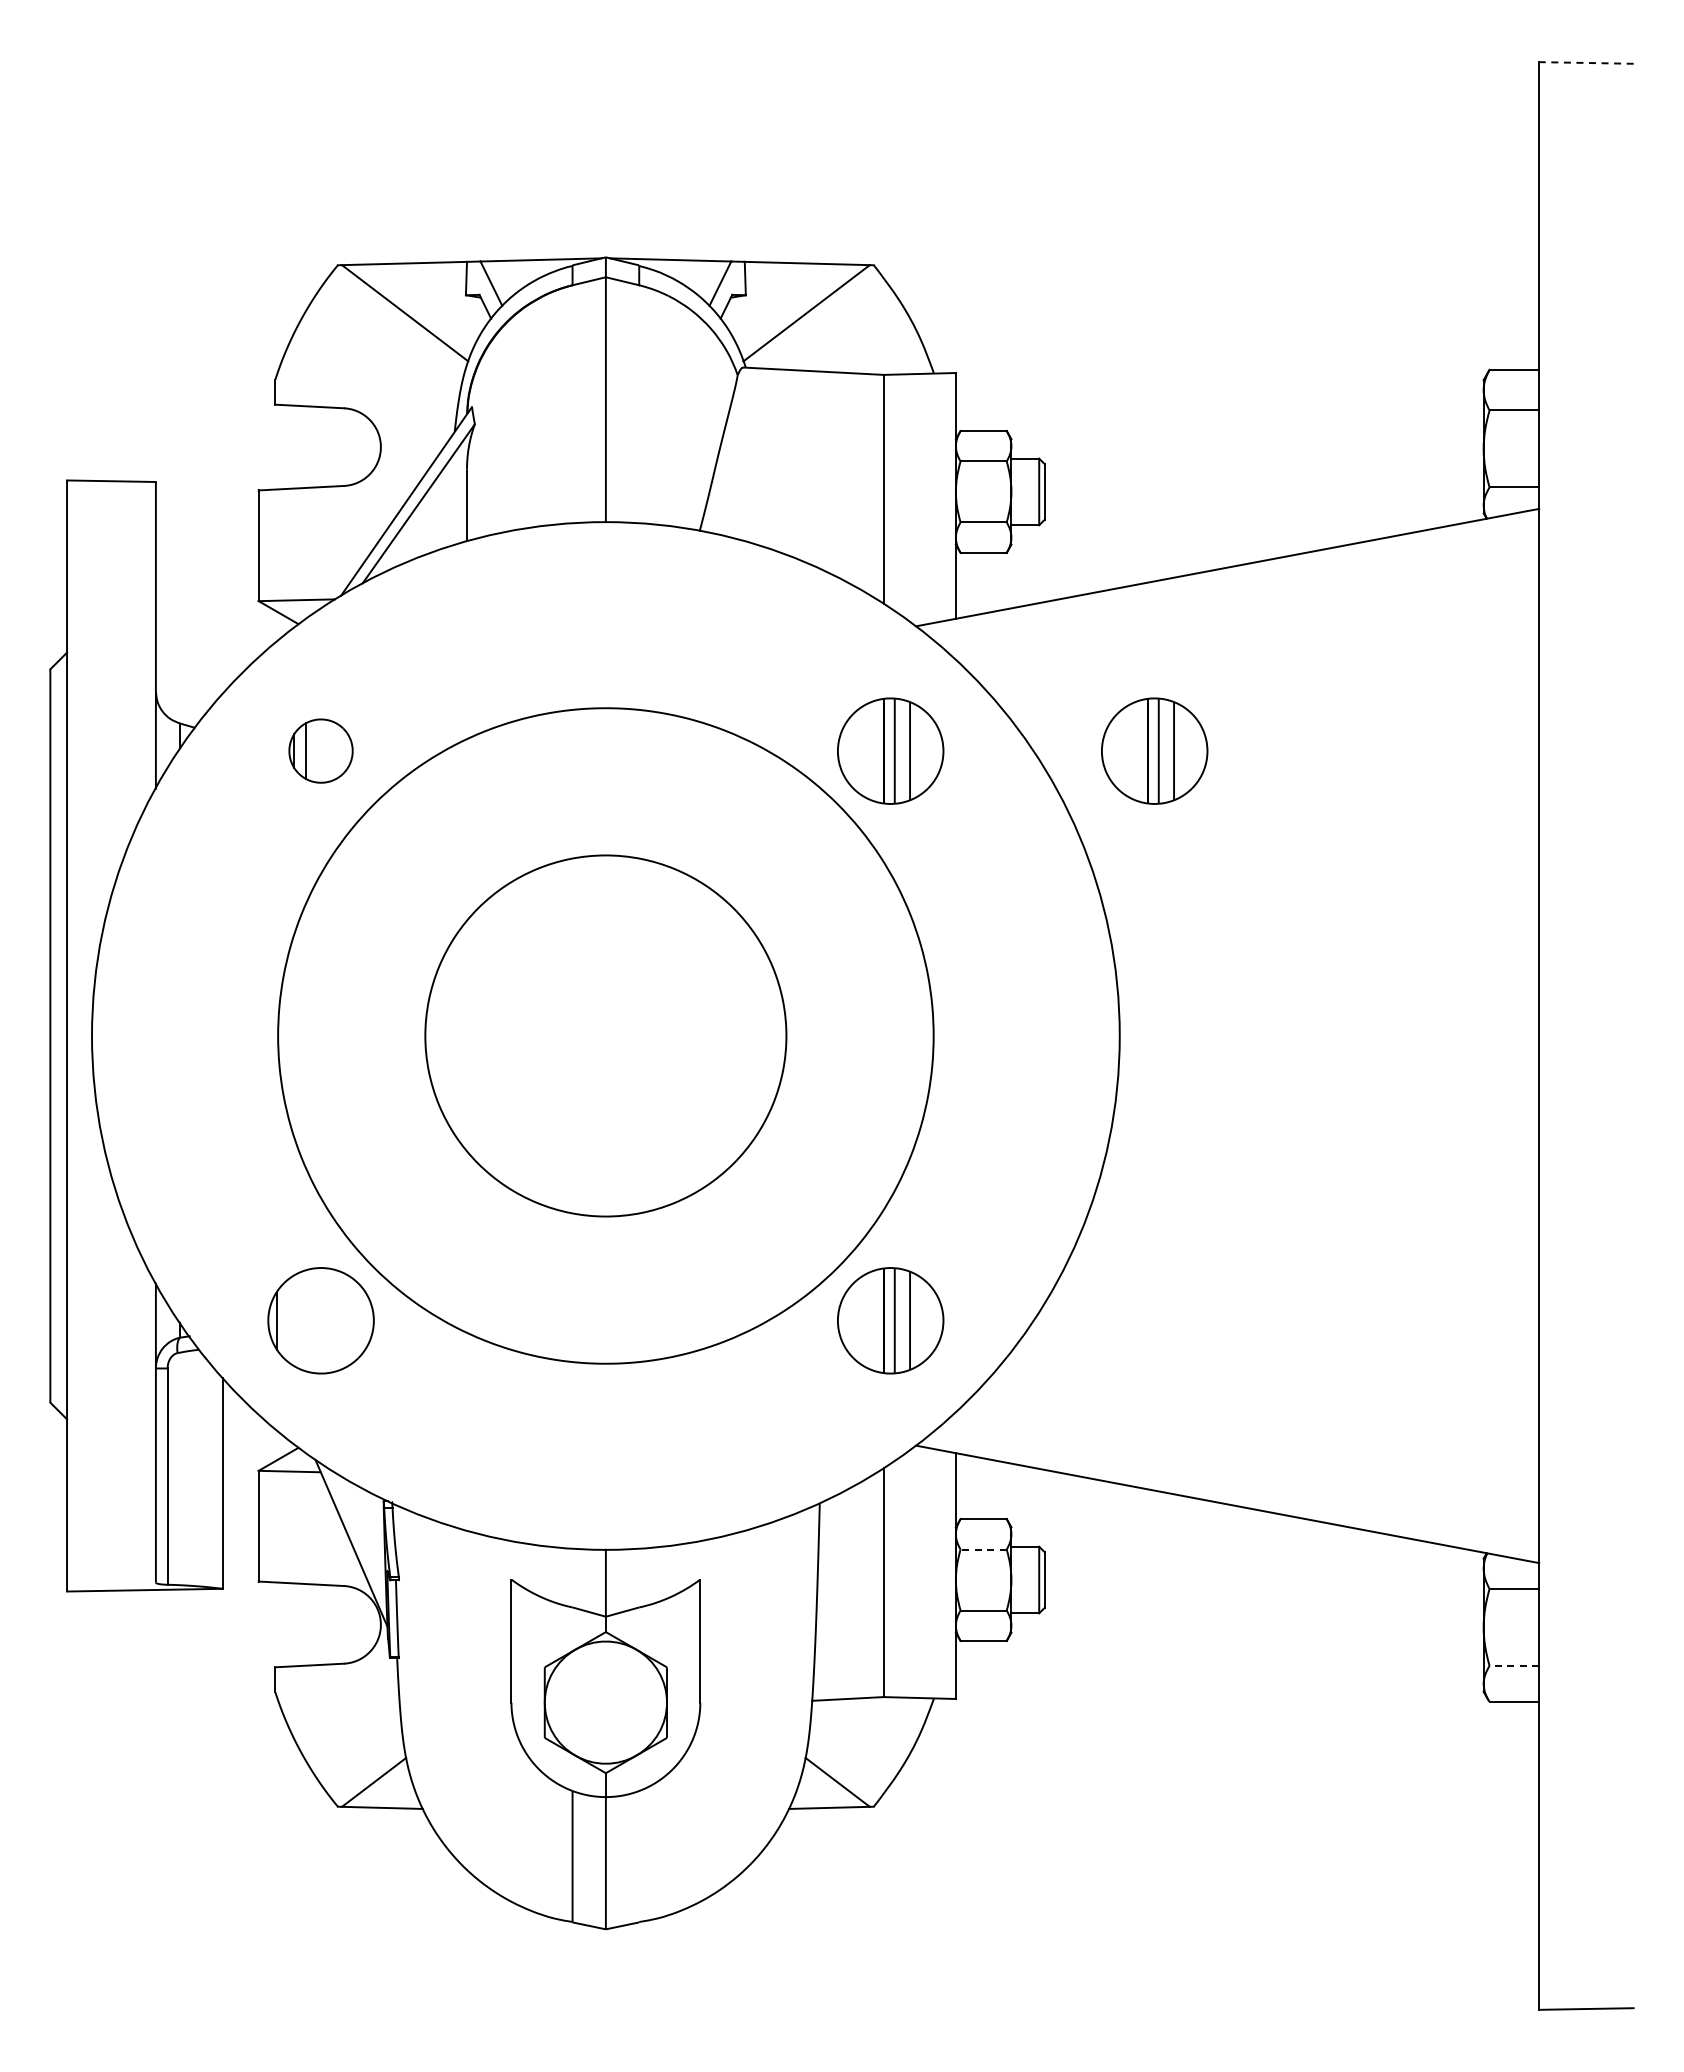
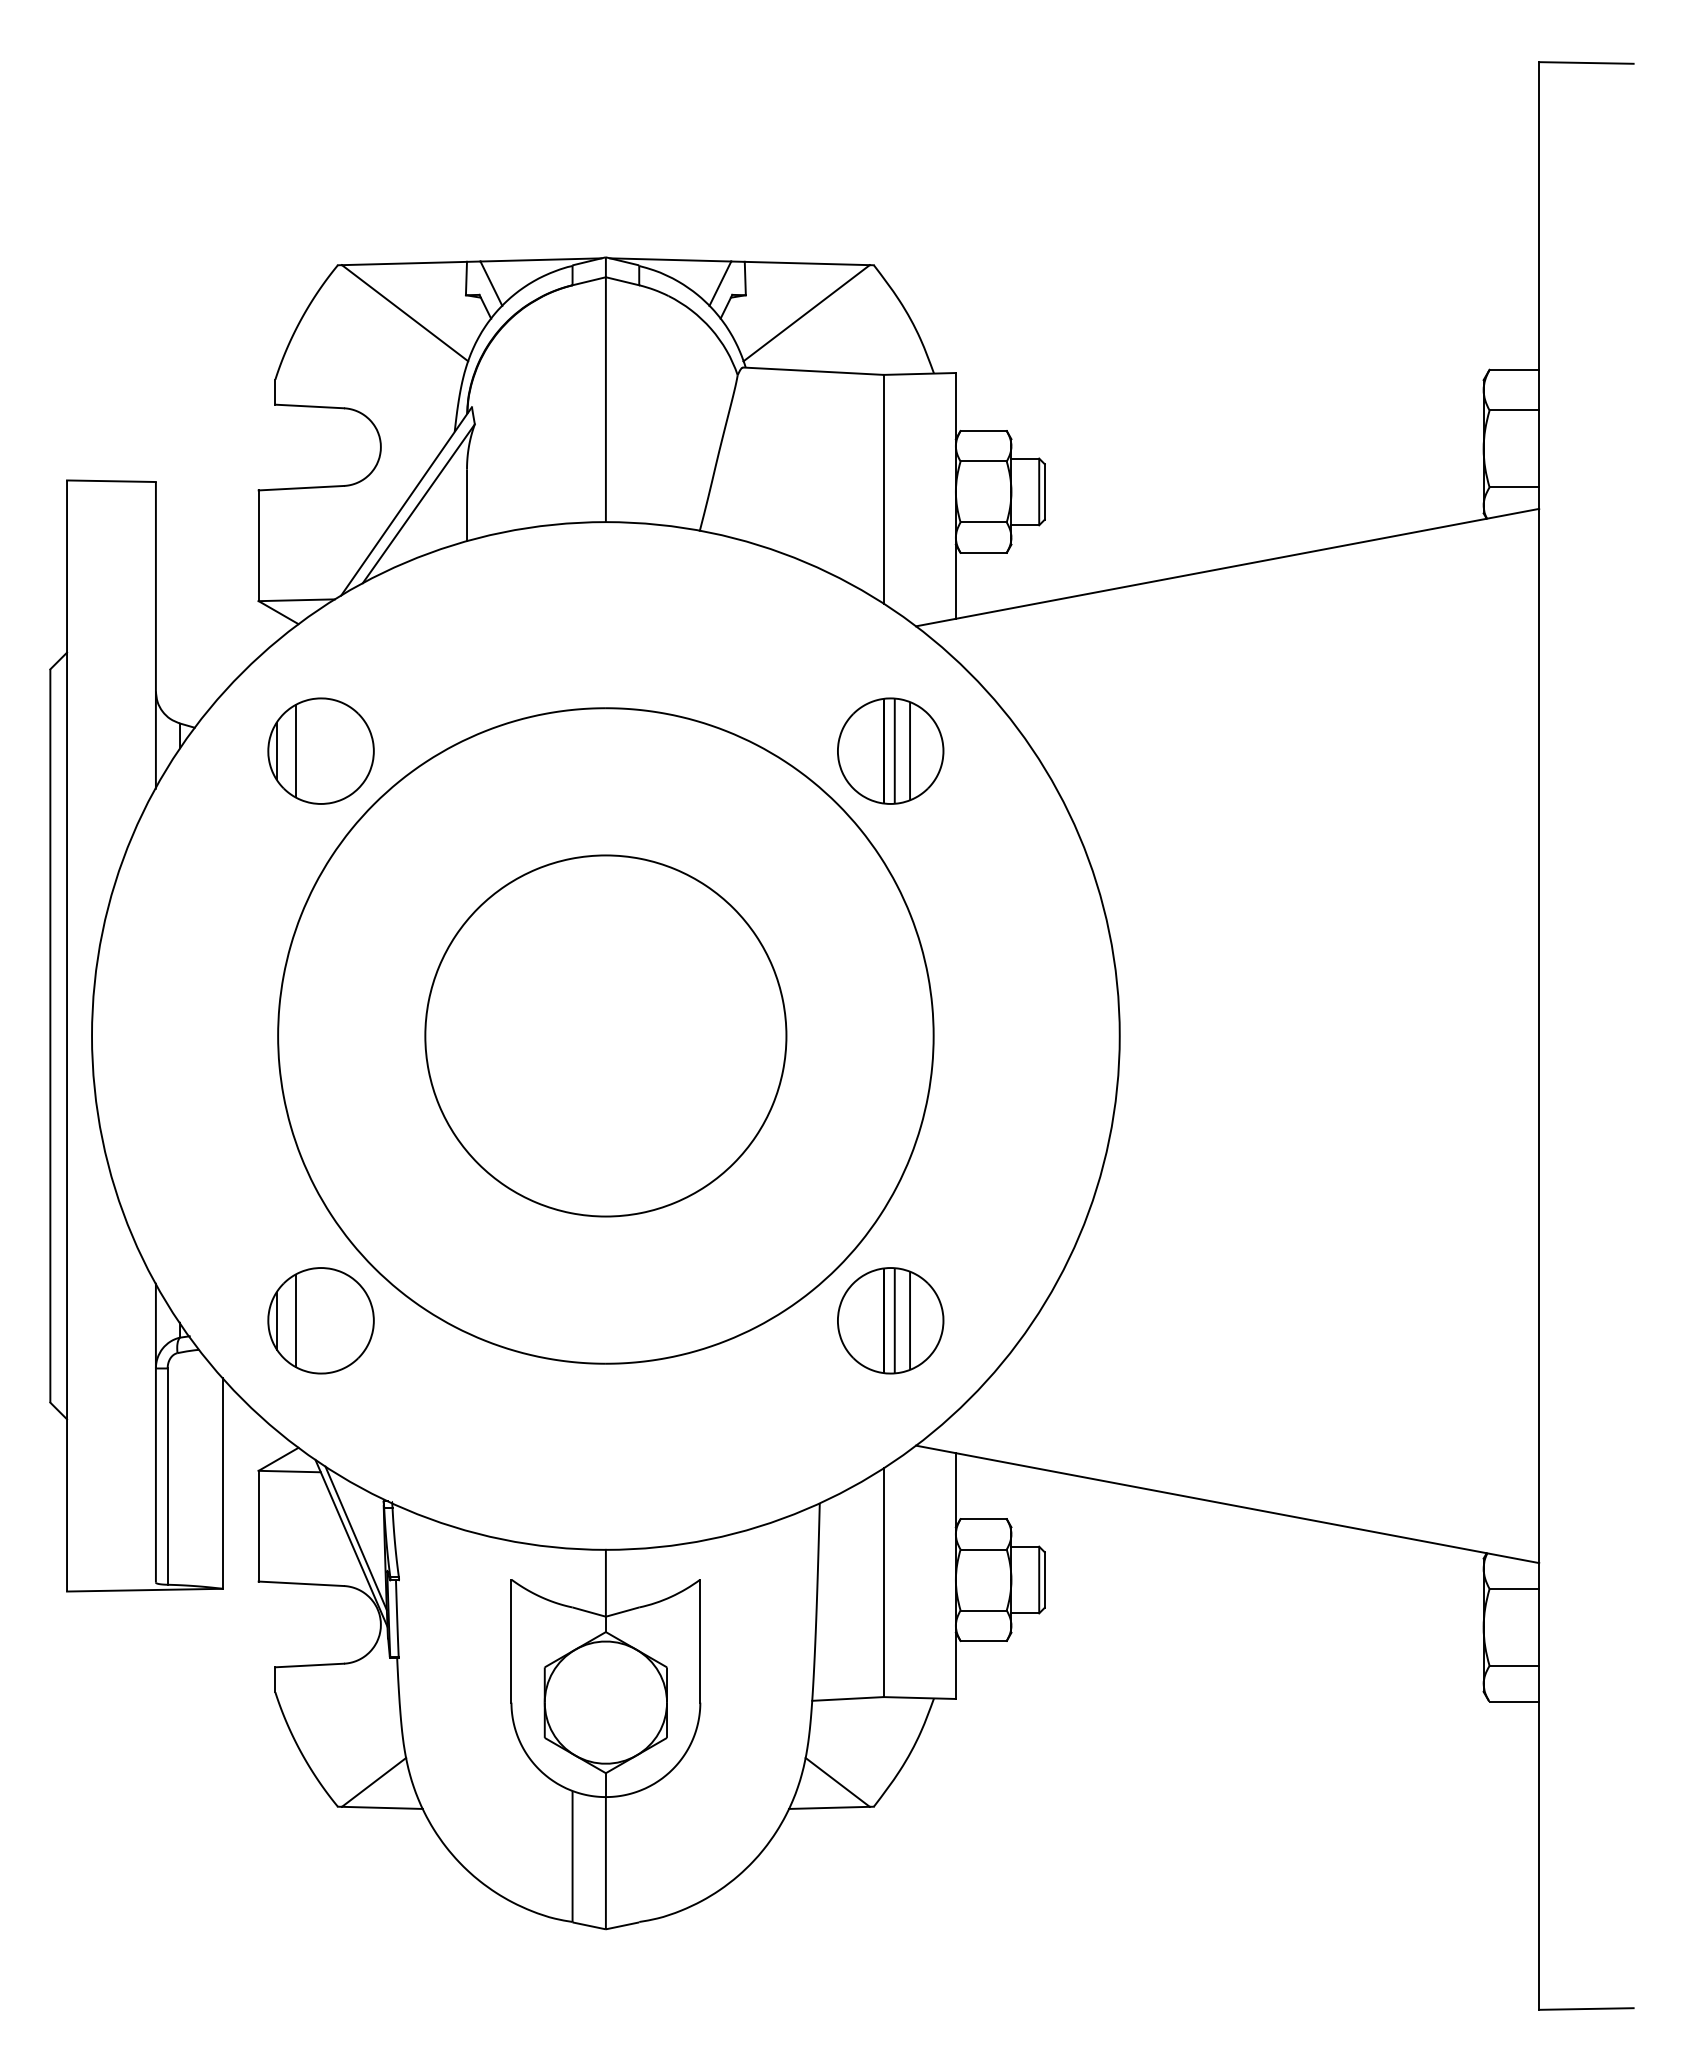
line at (1585, 62): dashed -> solid
part at (320, 750) size: 66x66 px -> 108x108 px
part at (1154, 750): present -> none
line at (296, 1320): none -> present
line at (355, 1538): none -> present
line at (983, 1549): dashed -> solid
line at (1514, 1665): dashed -> solid
